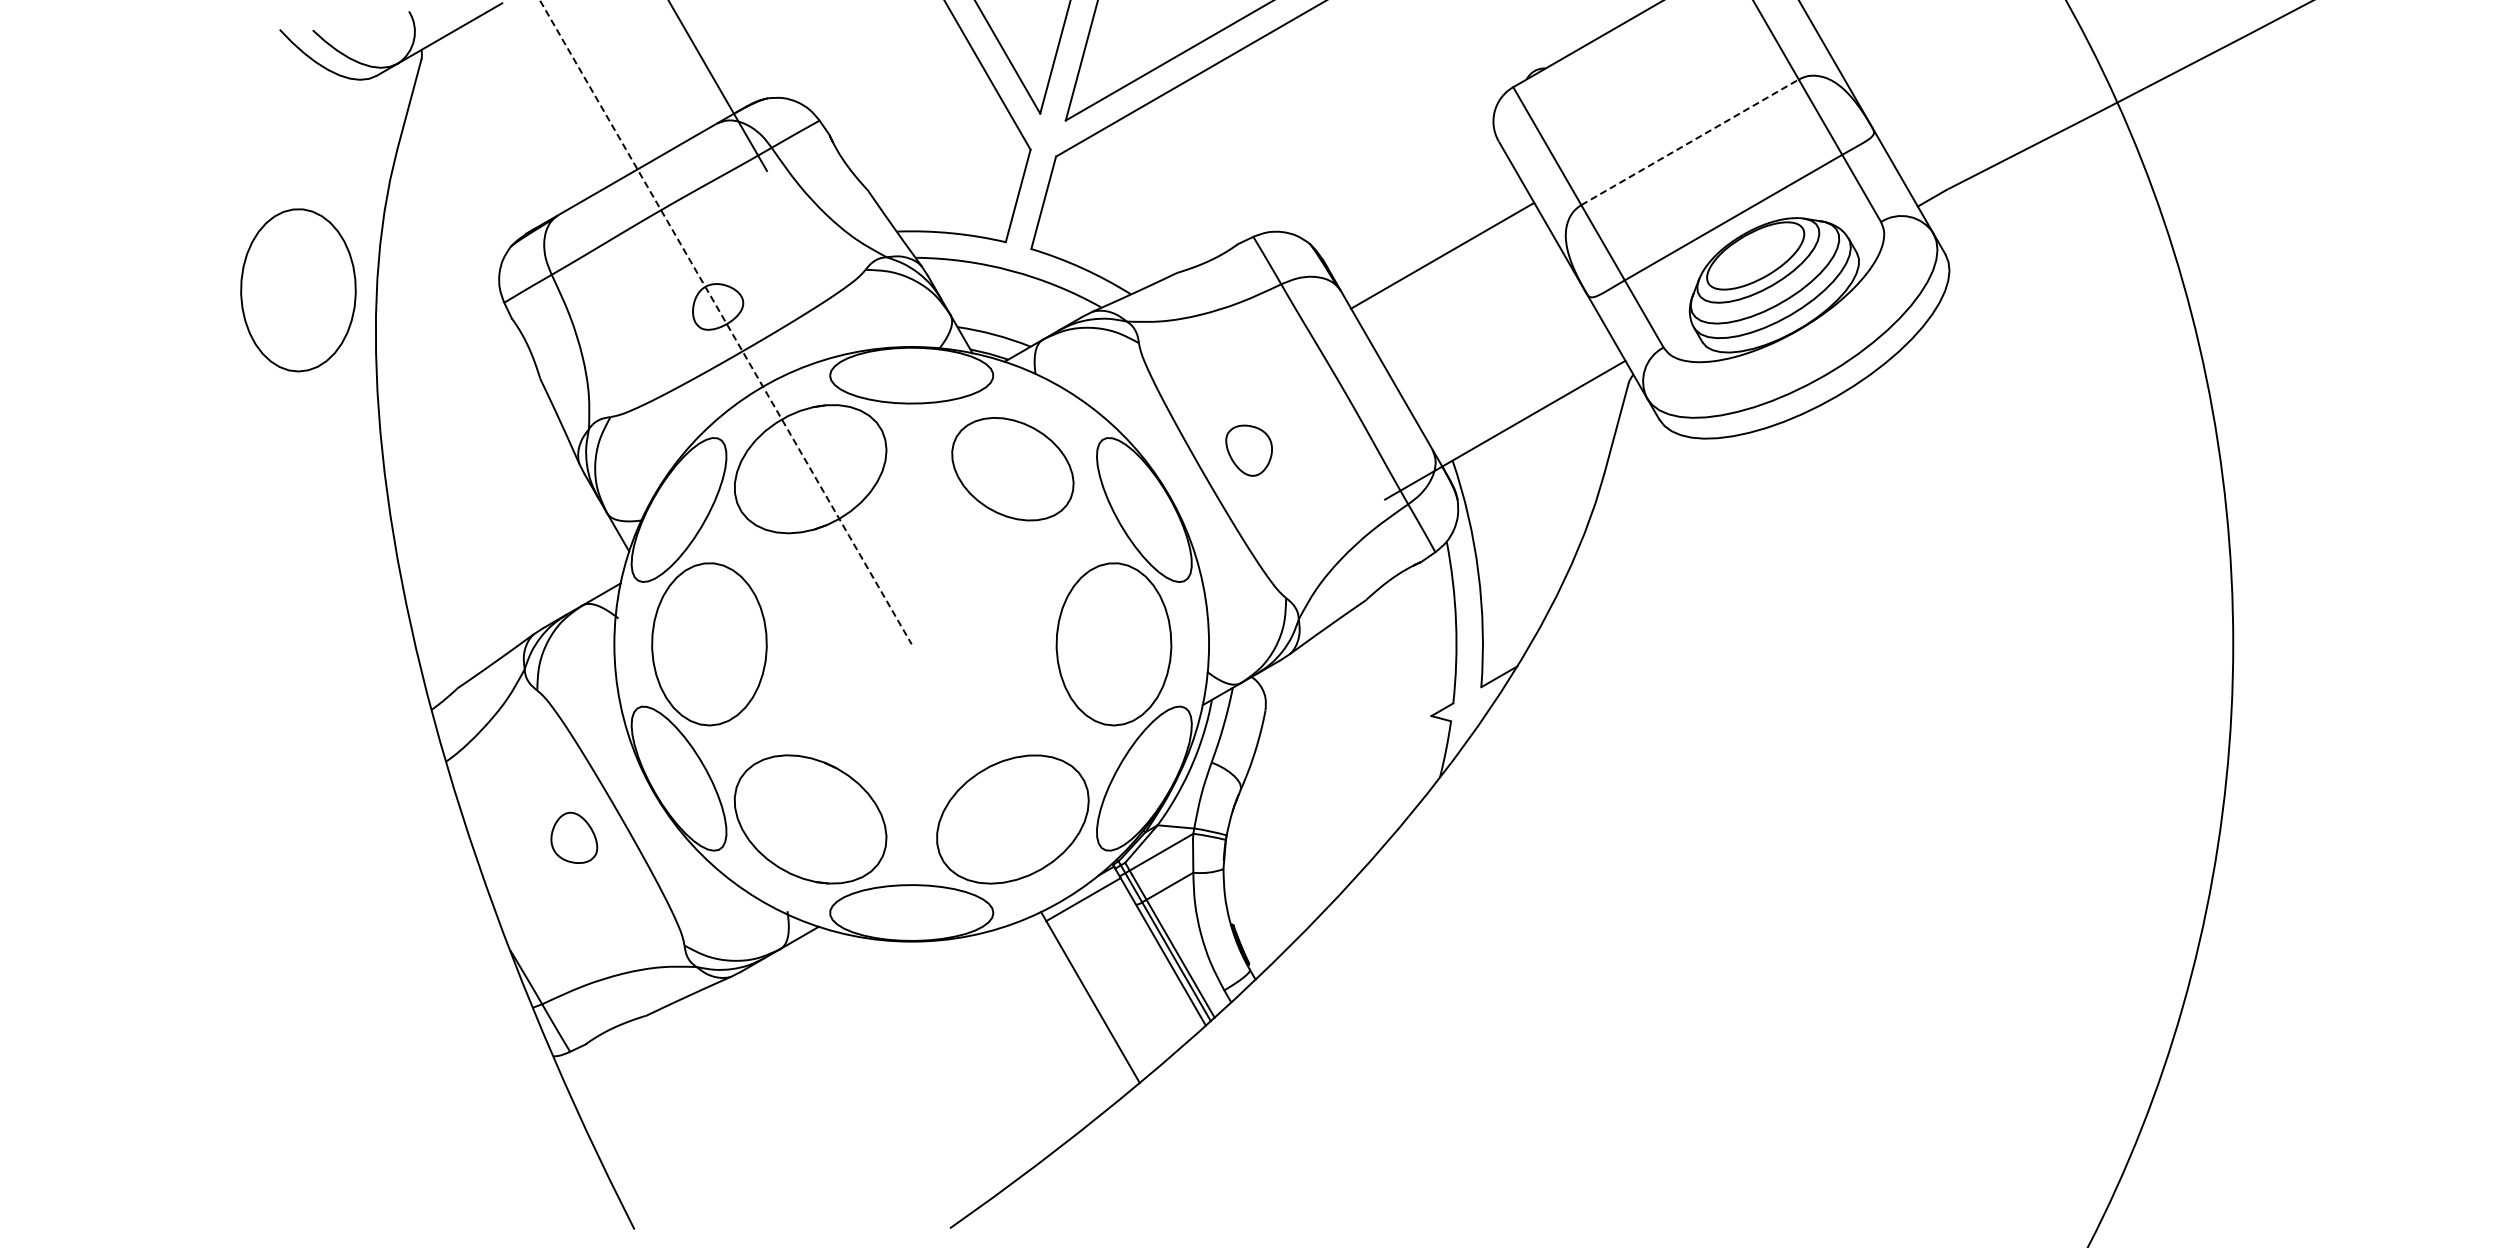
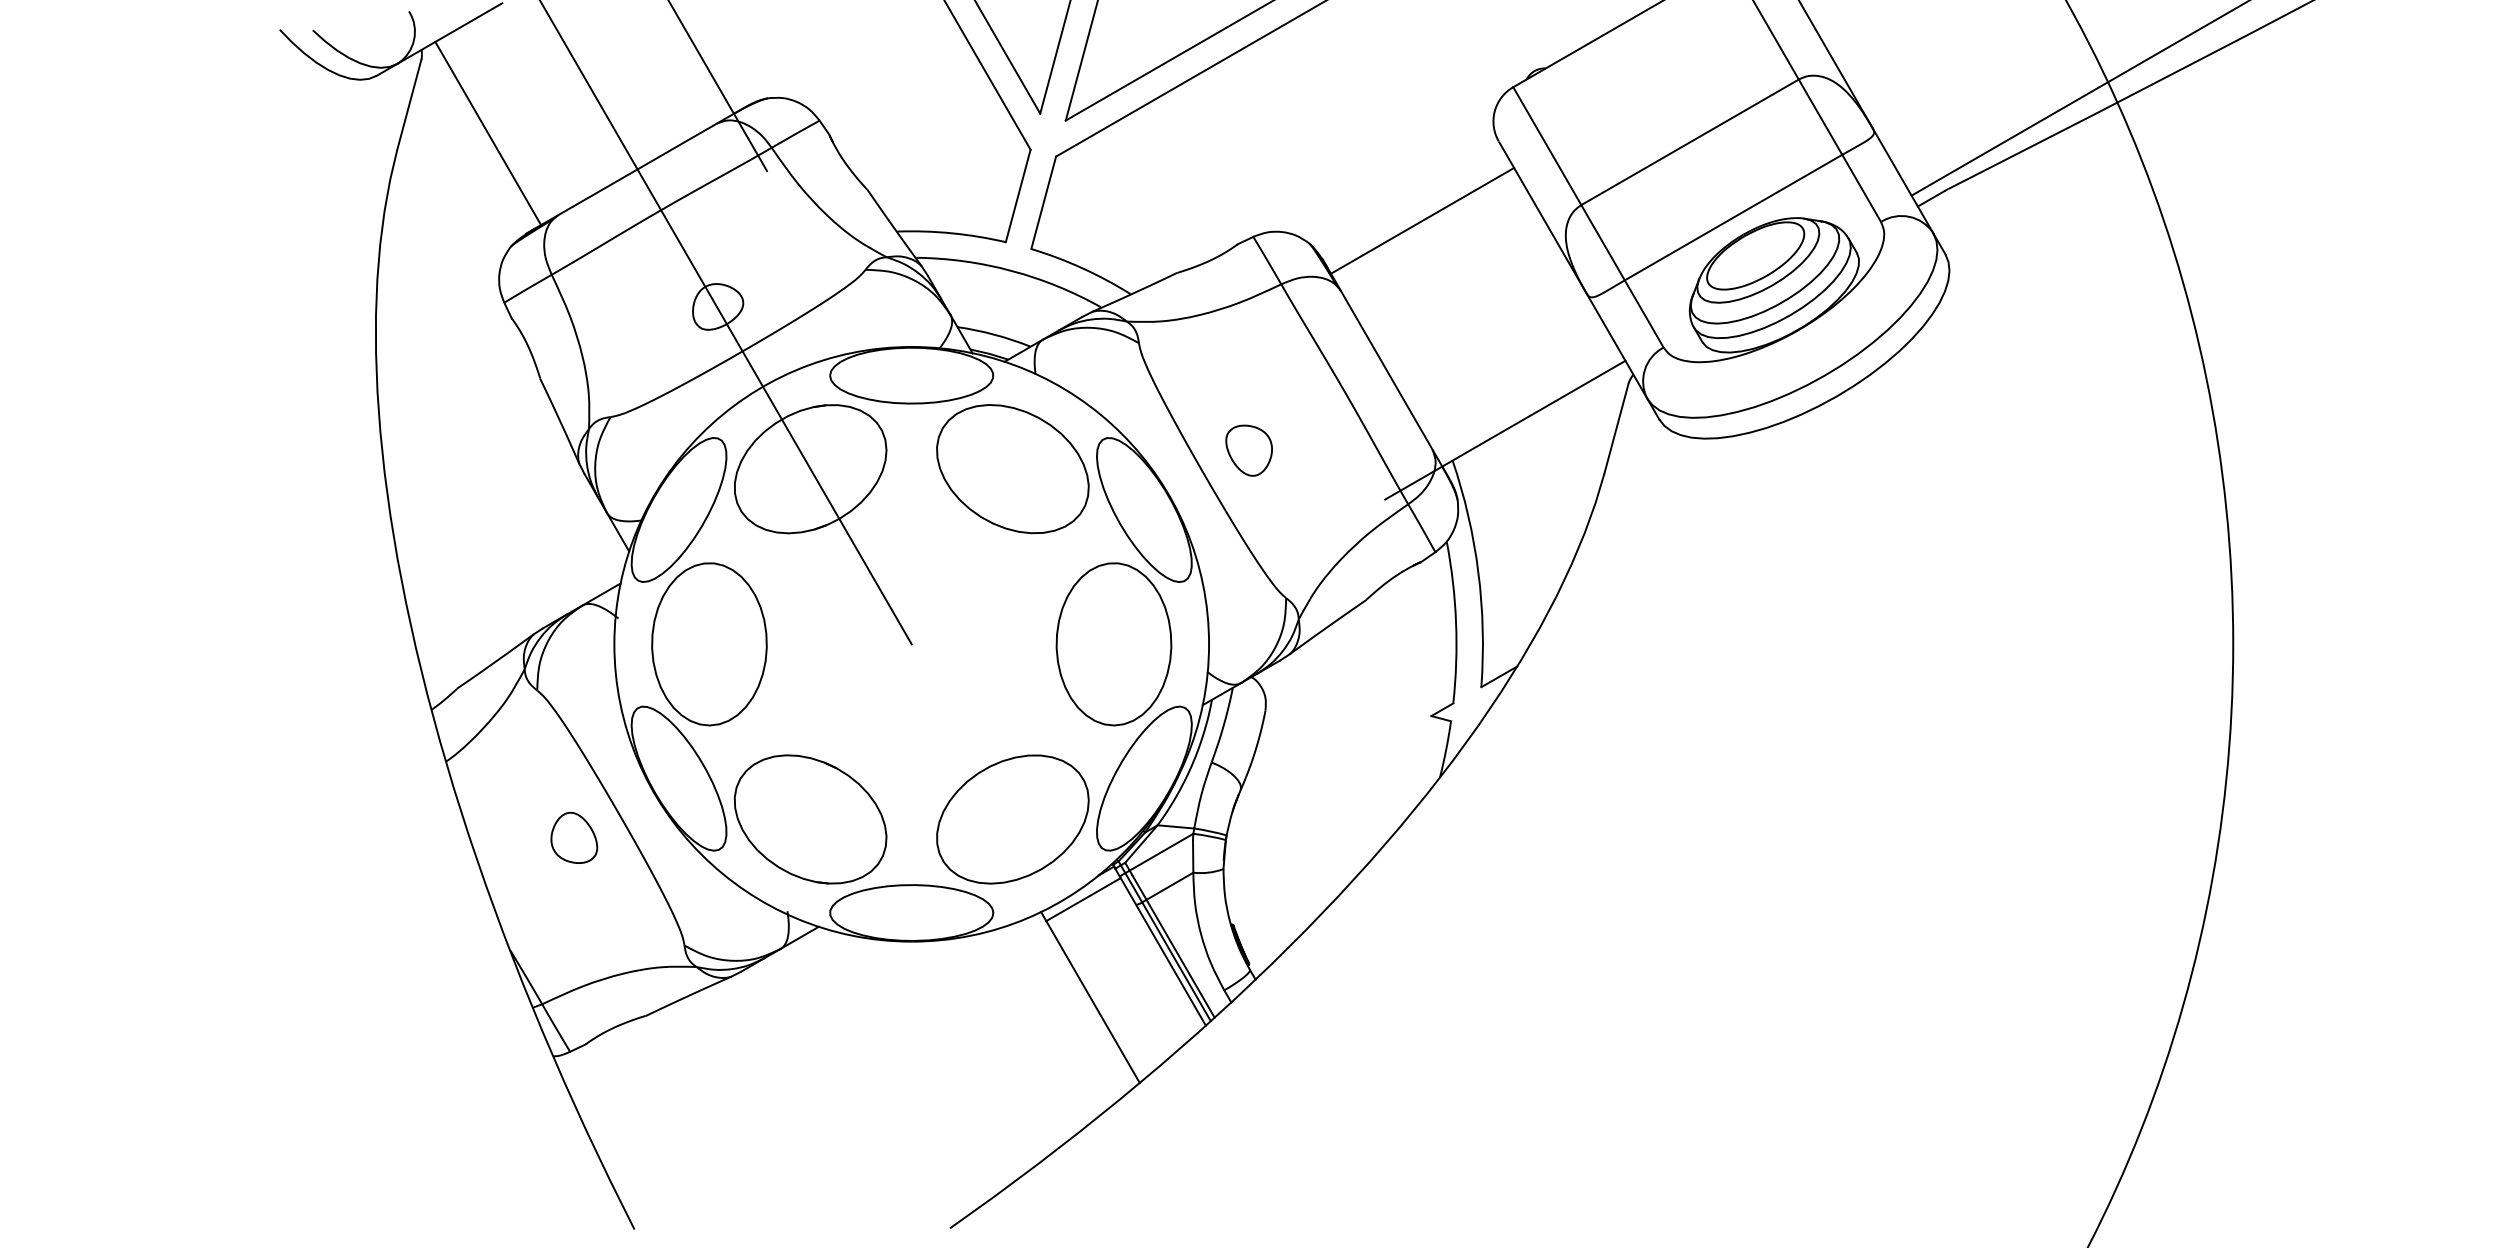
line at (2078, 98): none -> present
line at (488, 133): none -> present
line at (1690, 142): dashed -> solid
line at (1442, 255) position: (1442, 255) -> (1422, 220)
part at (298, 290): present -> none
line at (725, 322): dashed -> solid
part at (1012, 469) size: 124x105 px -> 154x131 px
